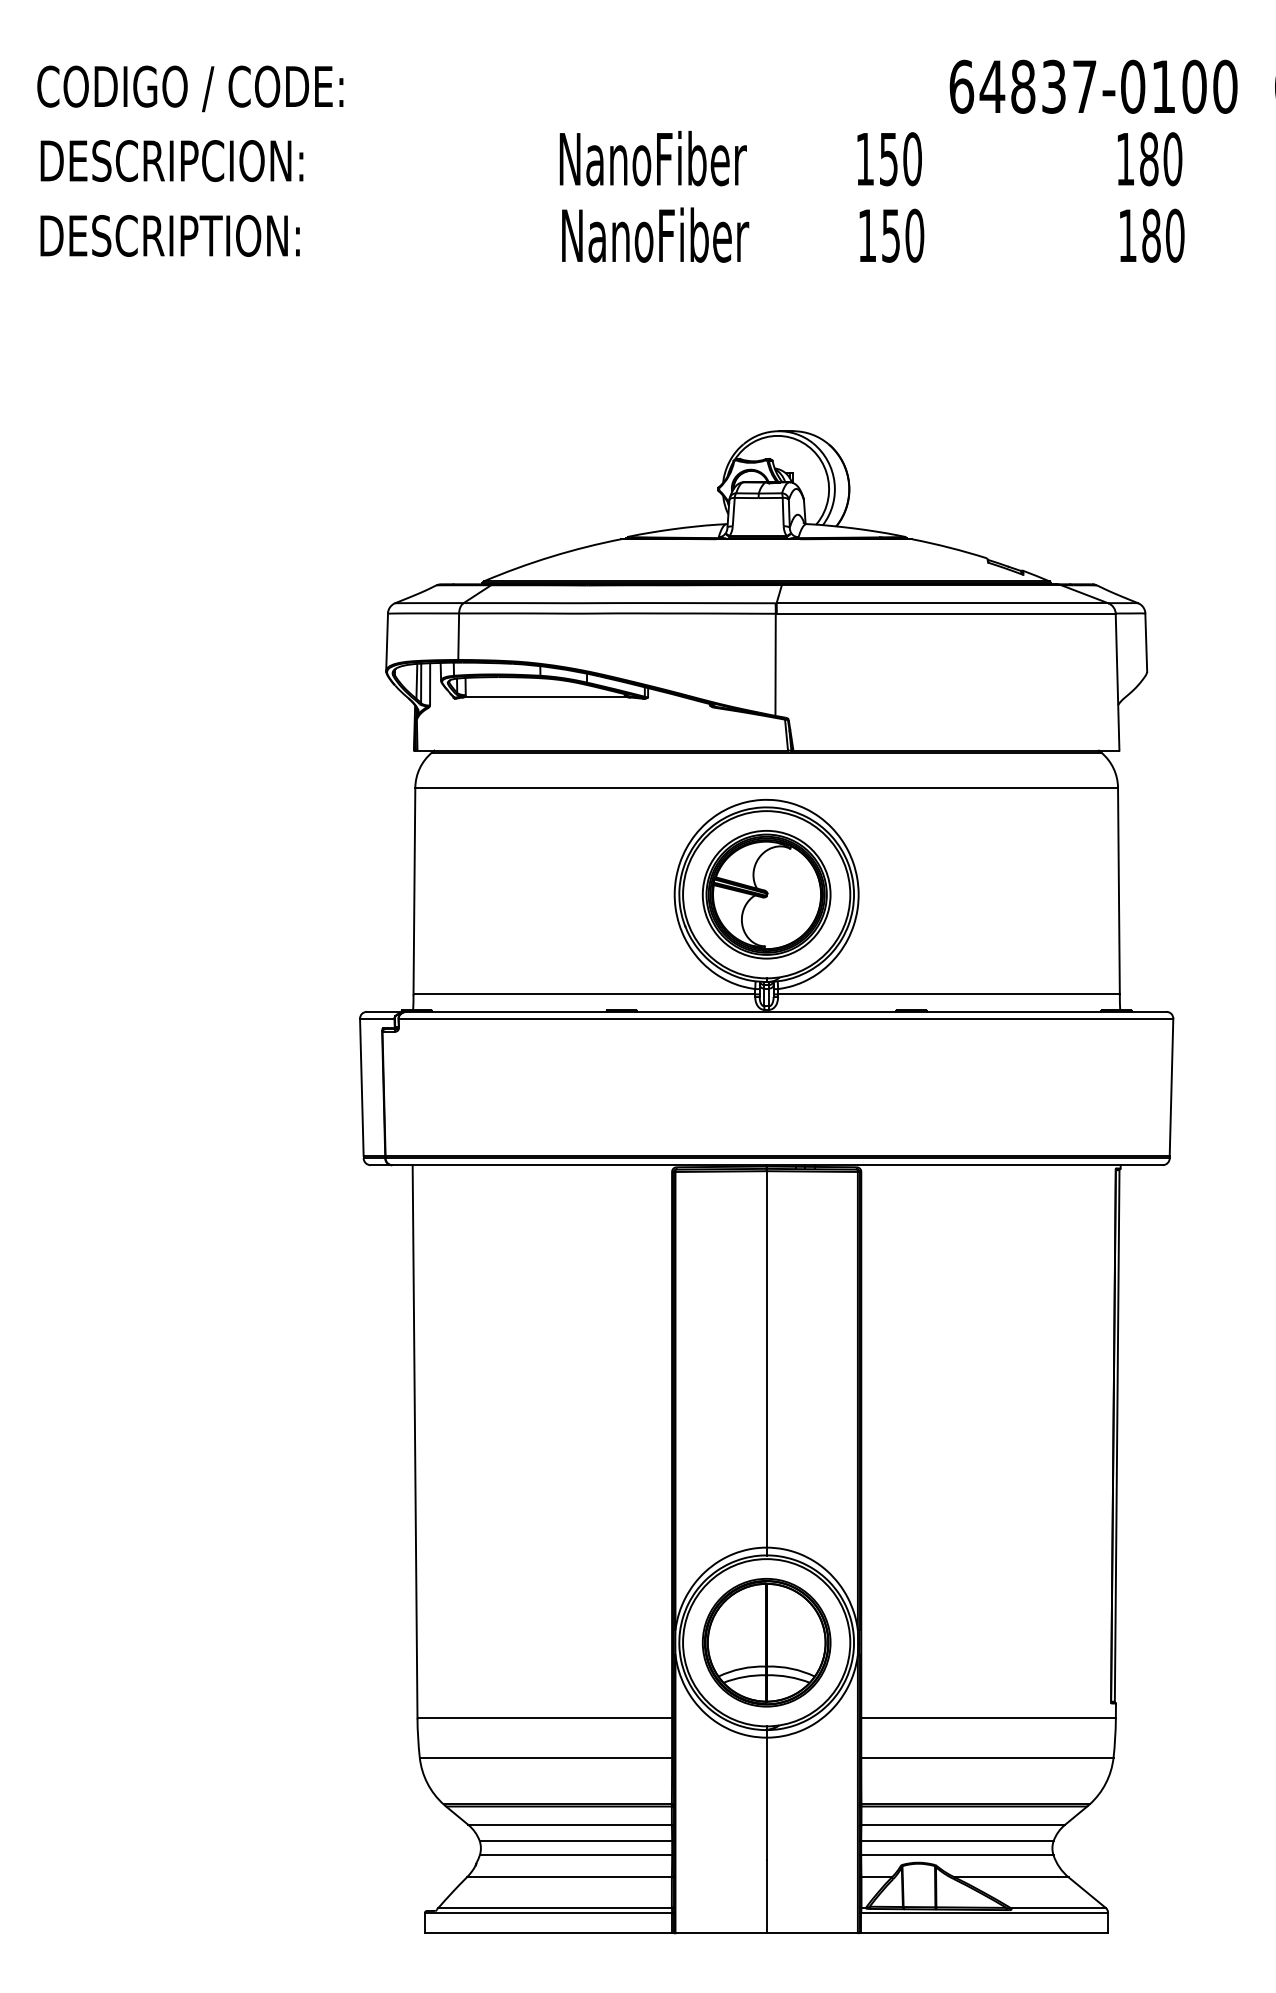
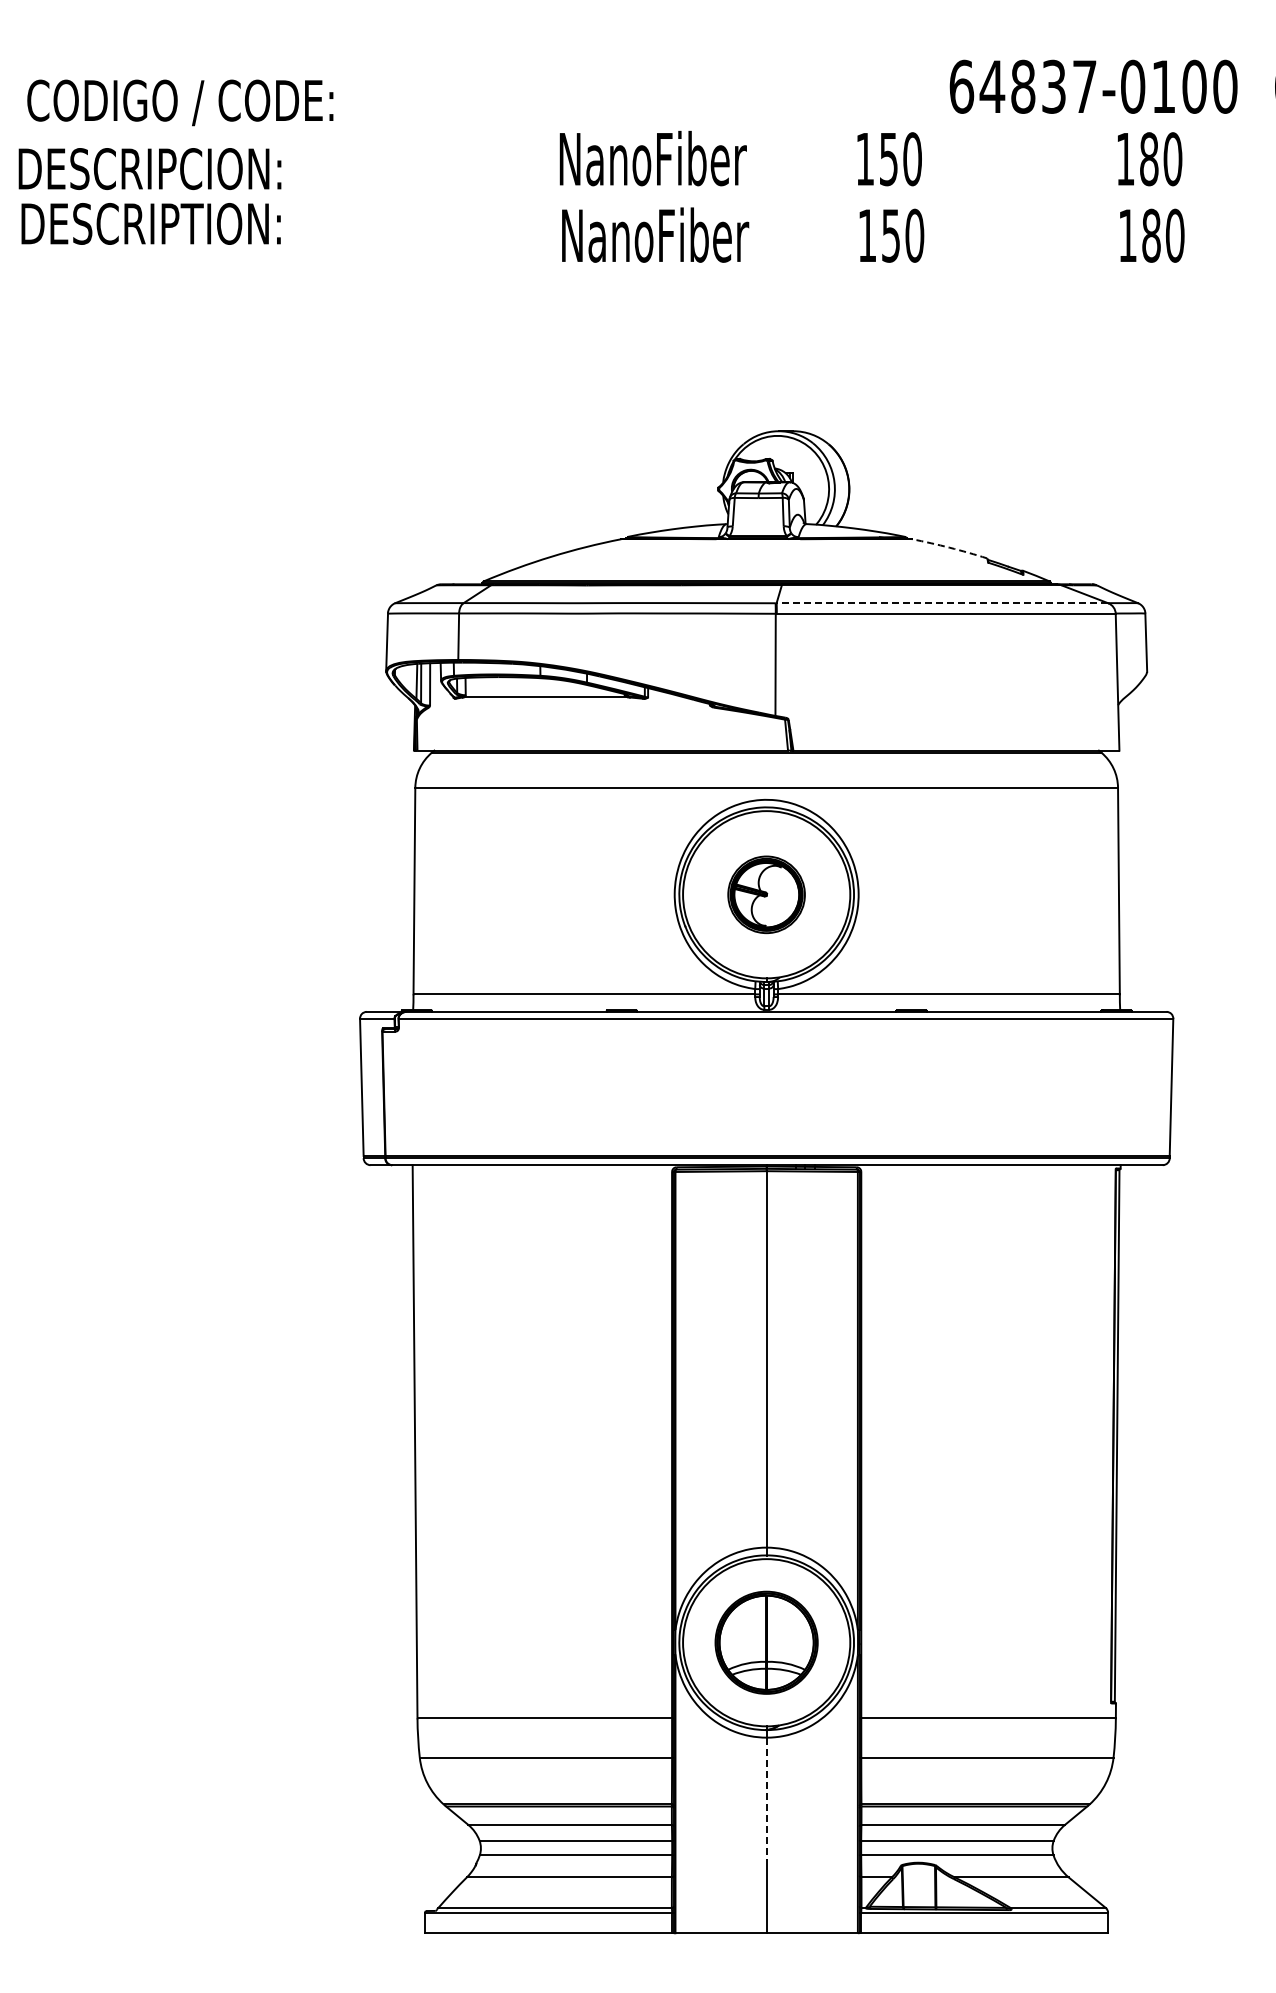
text at (190, 88) position: (190, 88) -> (180, 102)
text at (171, 160) position: (171, 160) -> (149, 168)
text at (169, 235) position: (169, 235) -> (150, 223)
arc at (949, 547): solid -> dashed
line at (942, 603): solid -> dashed
part at (766, 894) size: 131x130 px -> 79x80 px
part at (766, 1642) size: 131x130 px -> 105x105 px
line at (766, 1799): solid -> dashed
